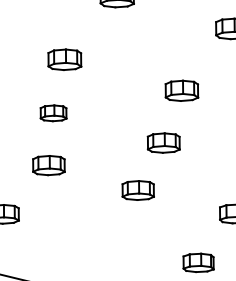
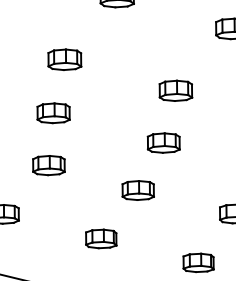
part at (181, 90) position: (181, 90) -> (175, 90)
part at (53, 113) size: 29x19 px -> 35x23 px
part at (101, 238): none -> present
